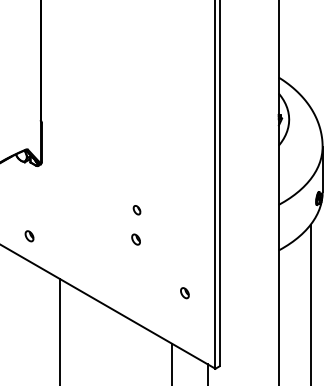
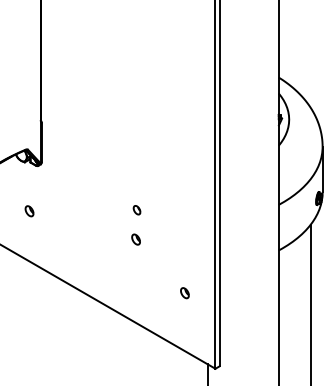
part at (29, 236) position: (29, 236) -> (29, 211)
line at (60, 330): present -> none
line at (172, 362): present -> none
